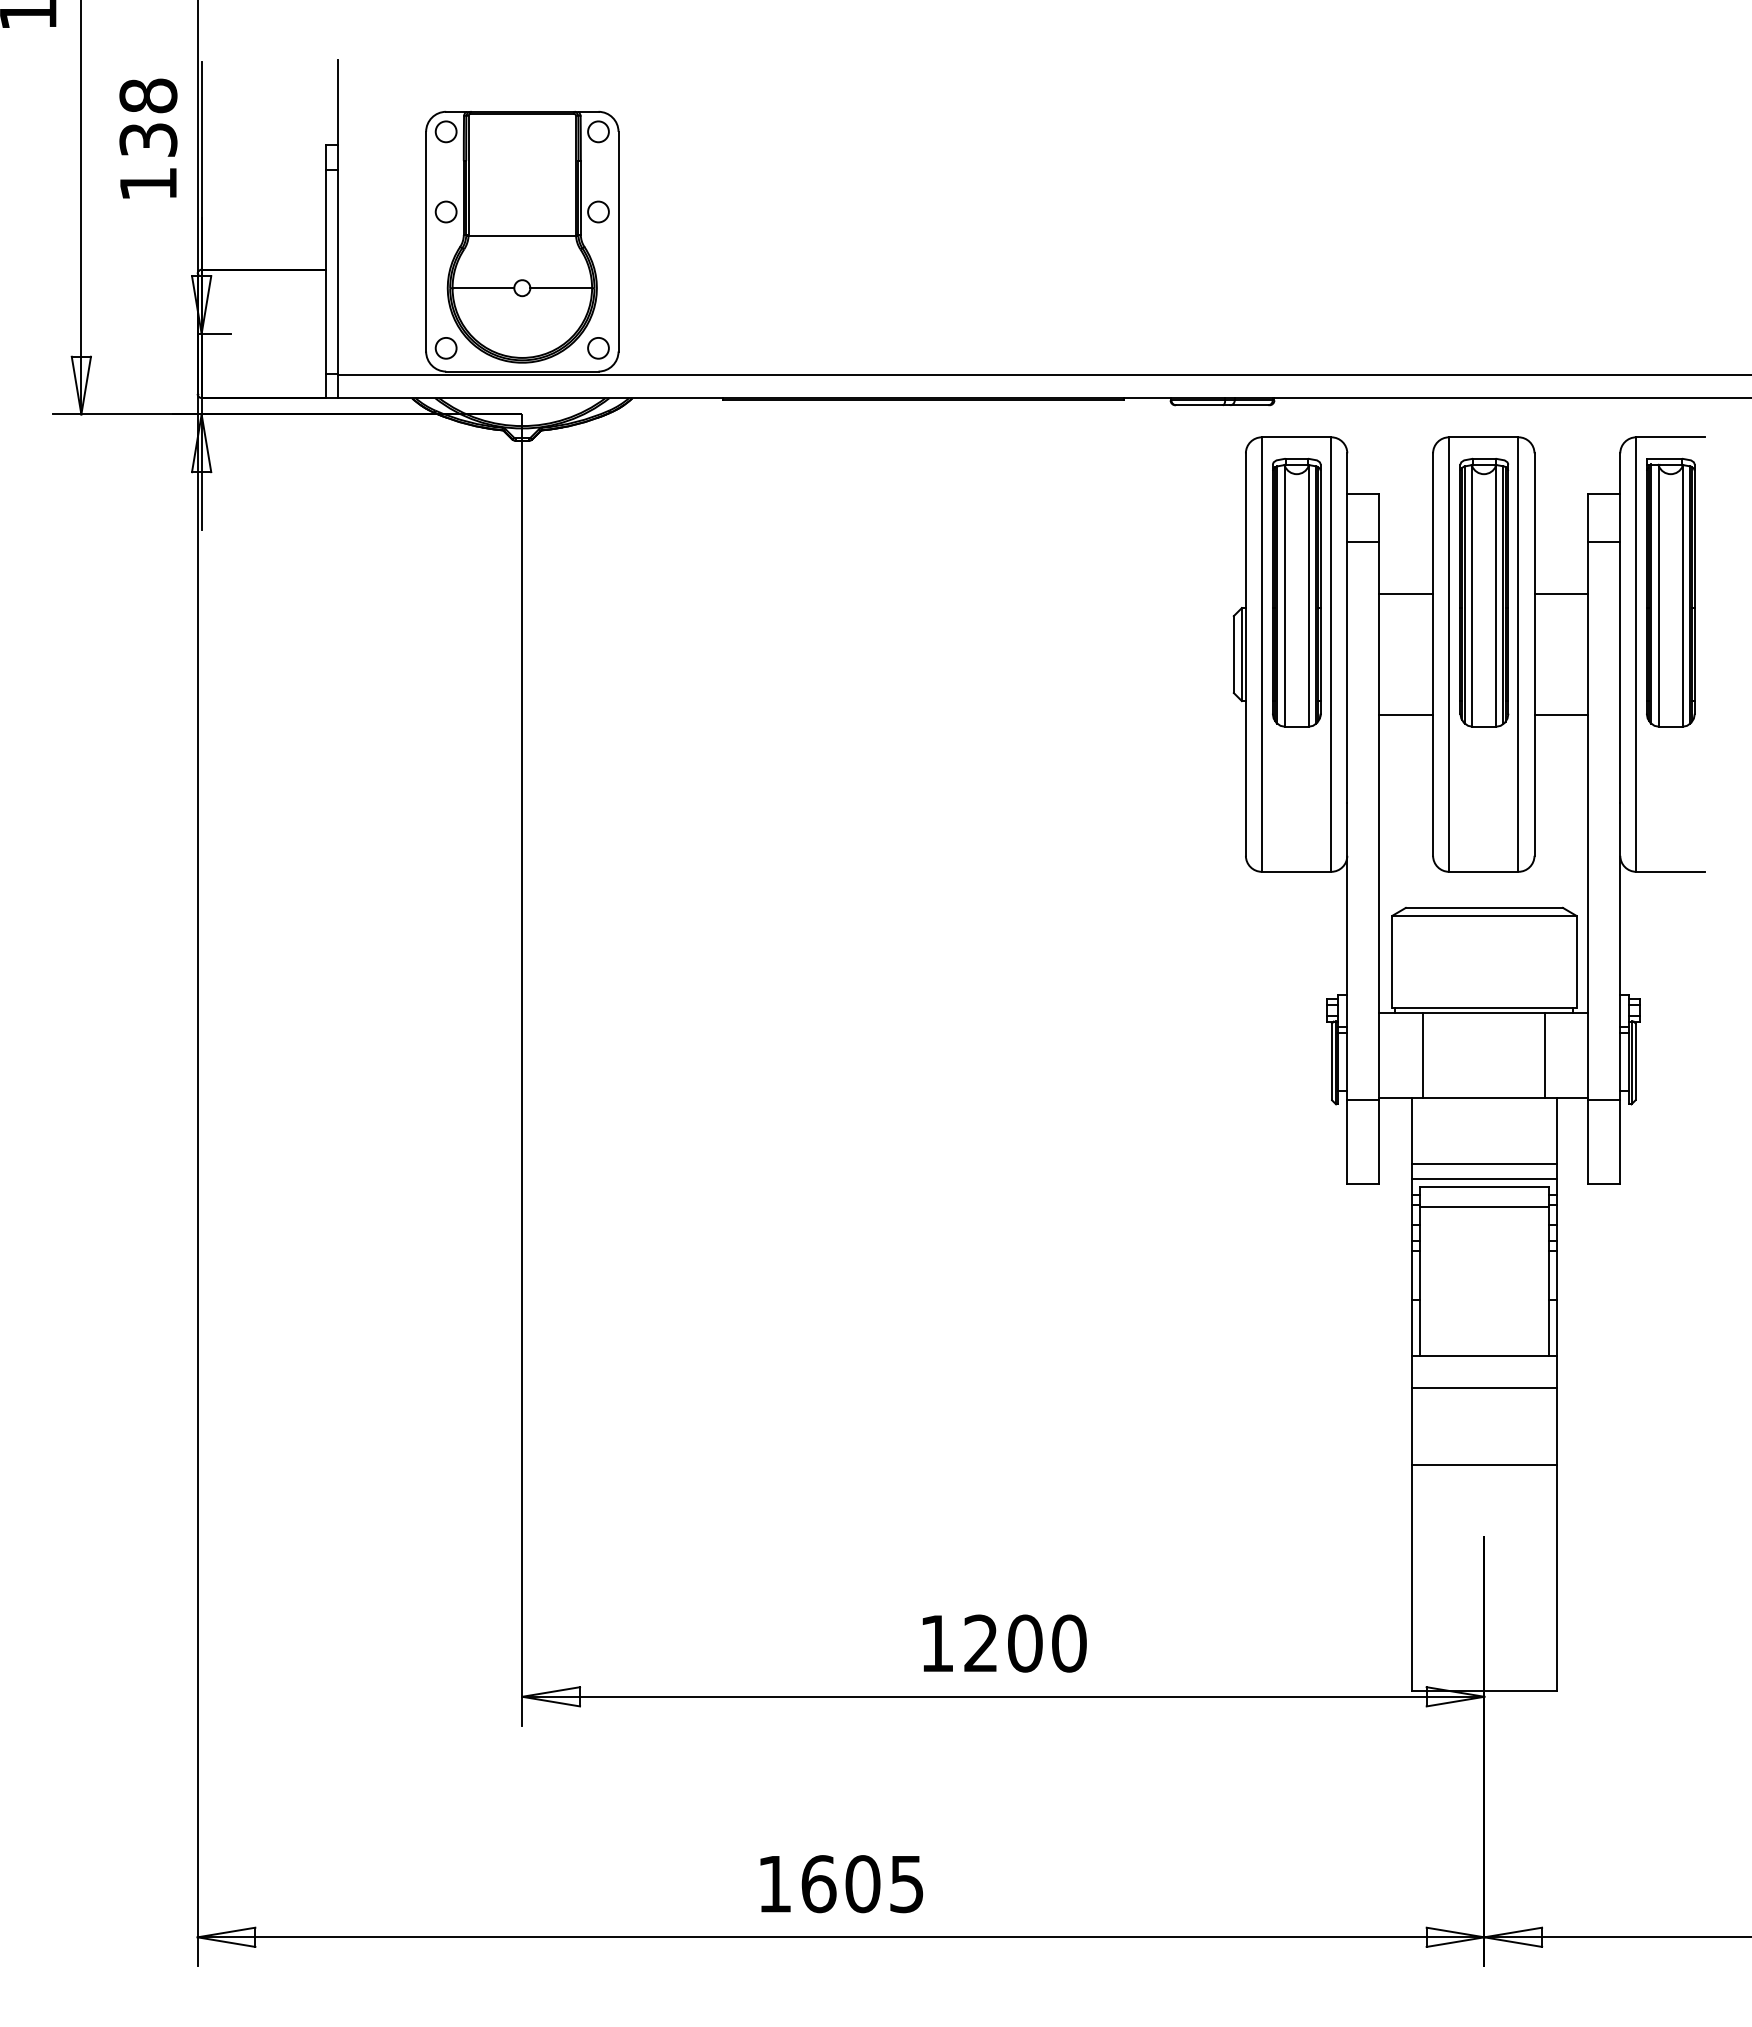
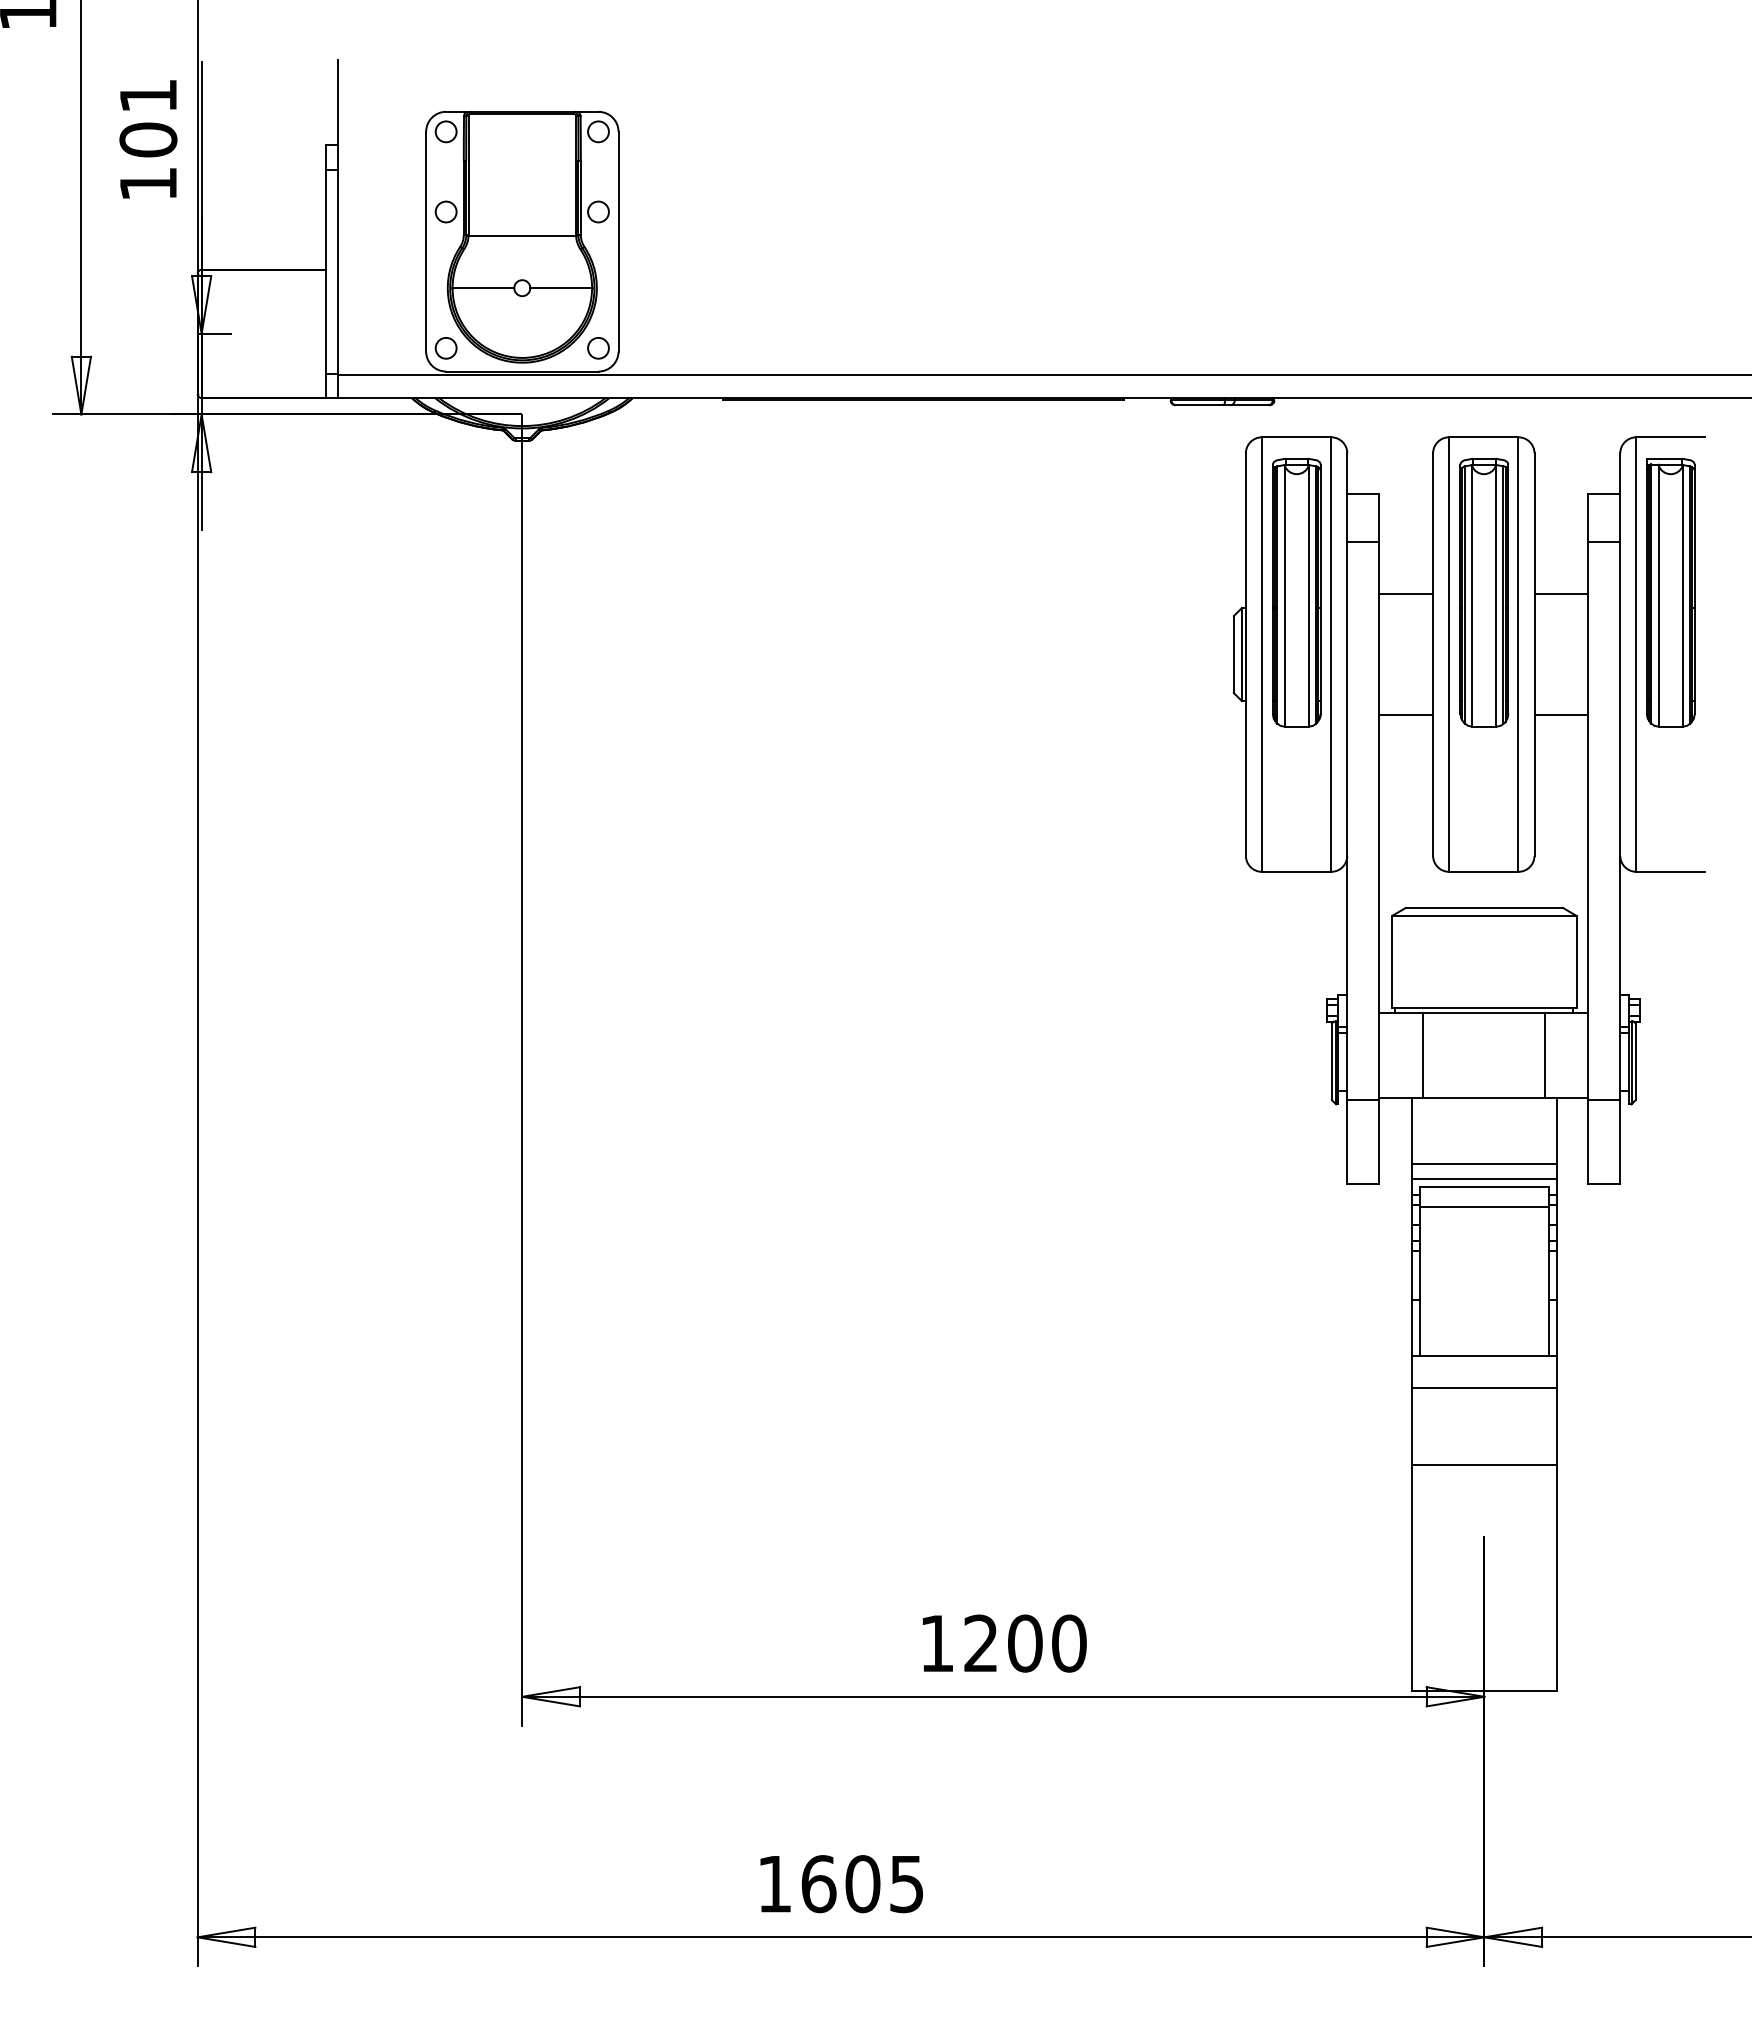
text at (148, 117): 138 -> 101
